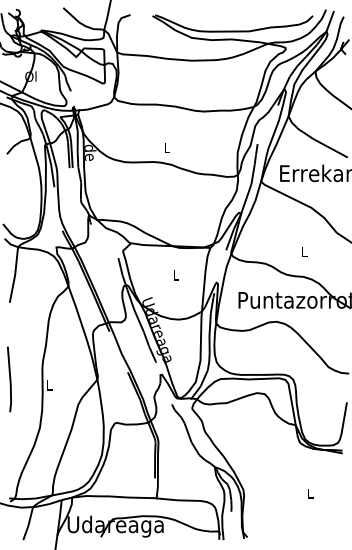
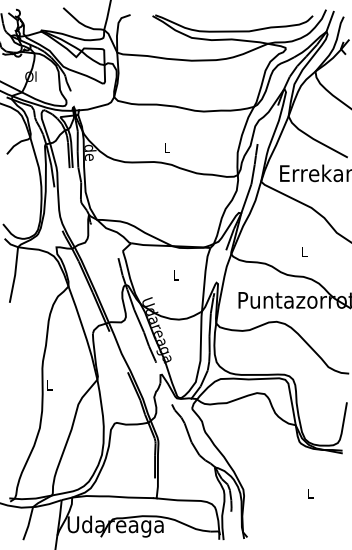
line at (9, 379): present -> none
